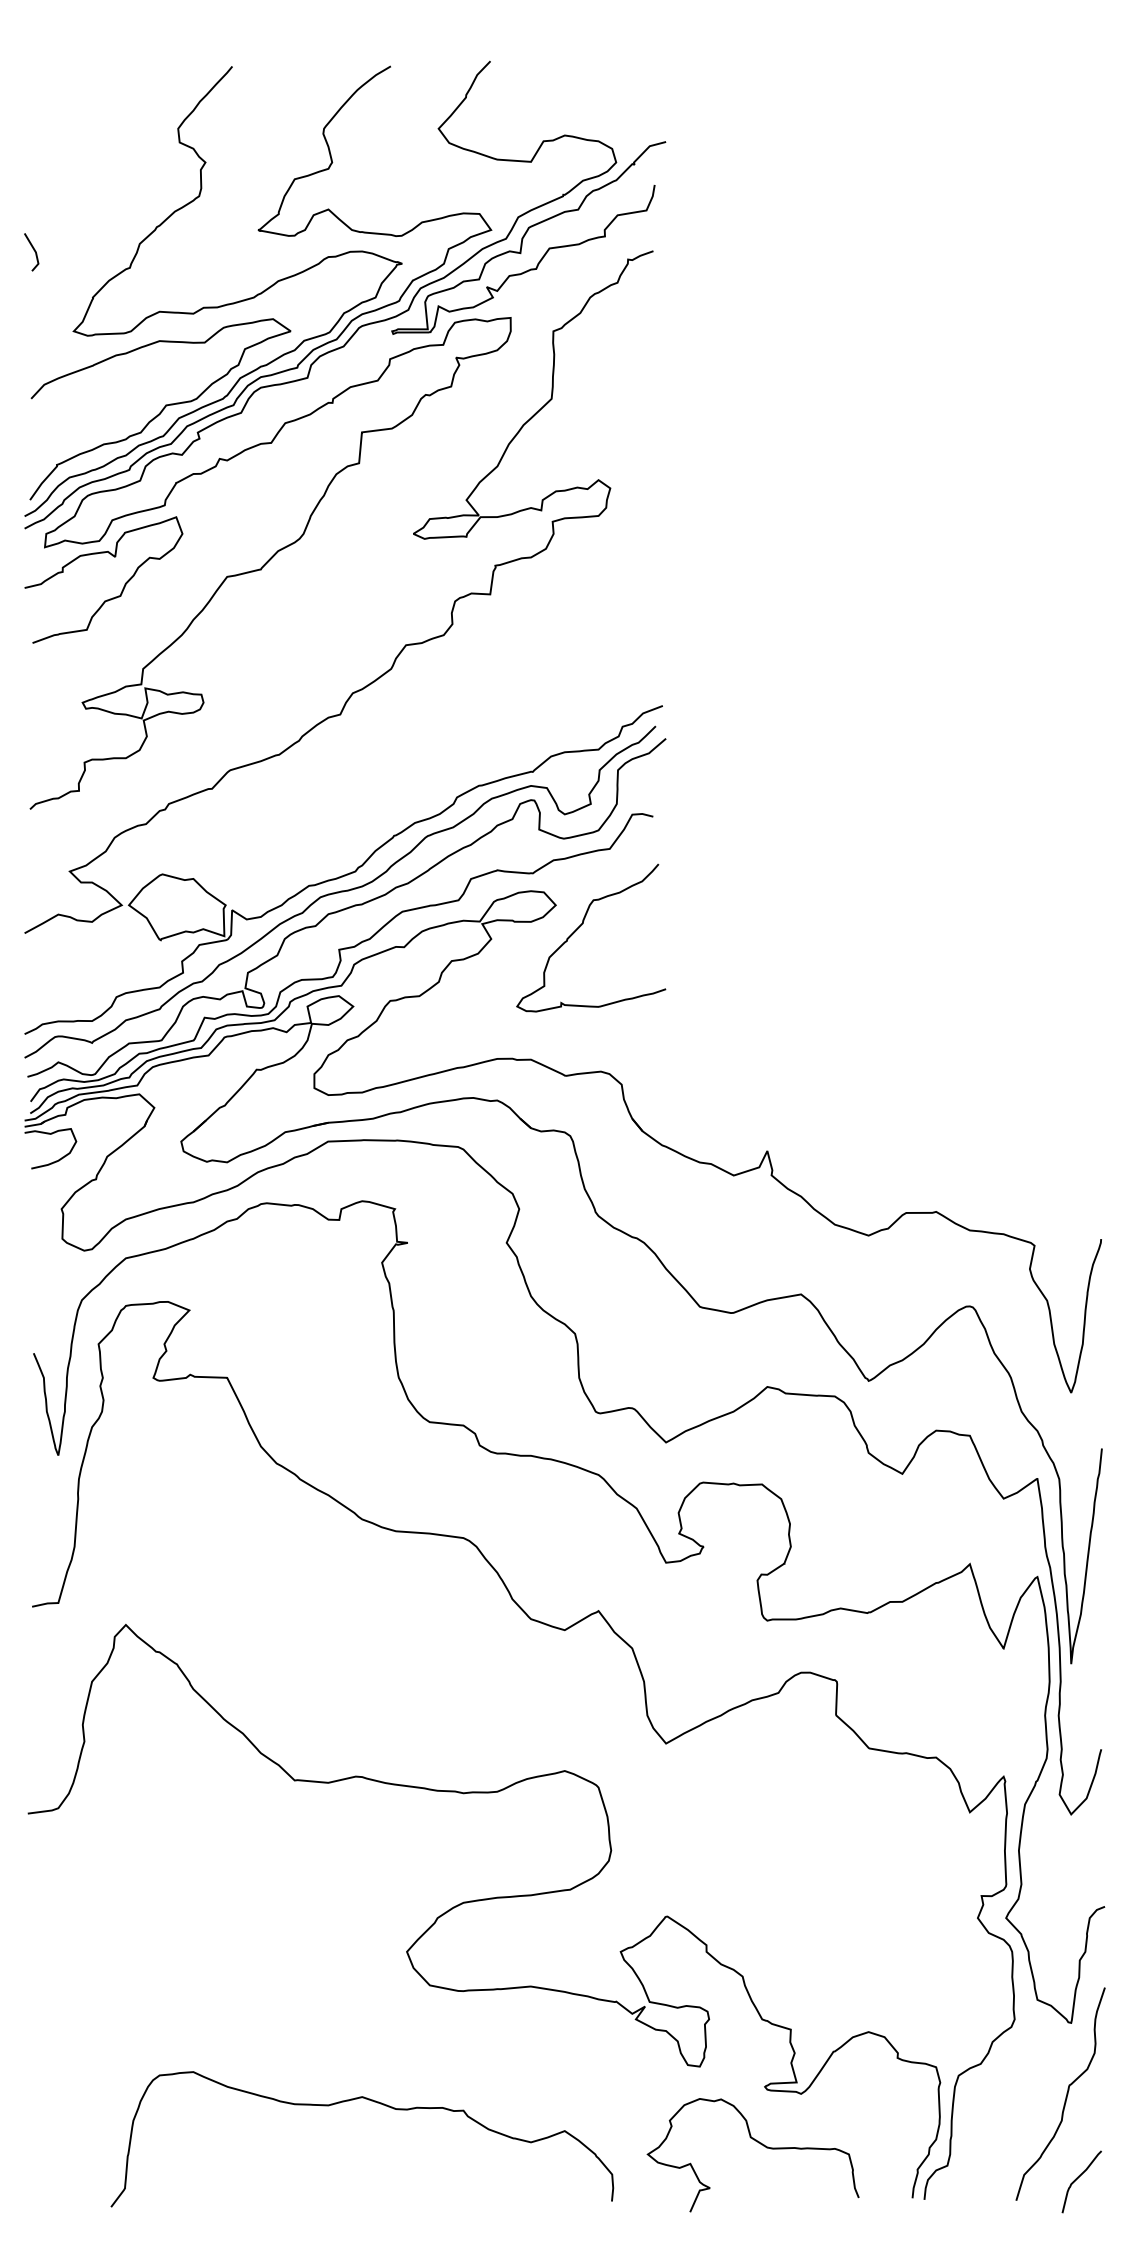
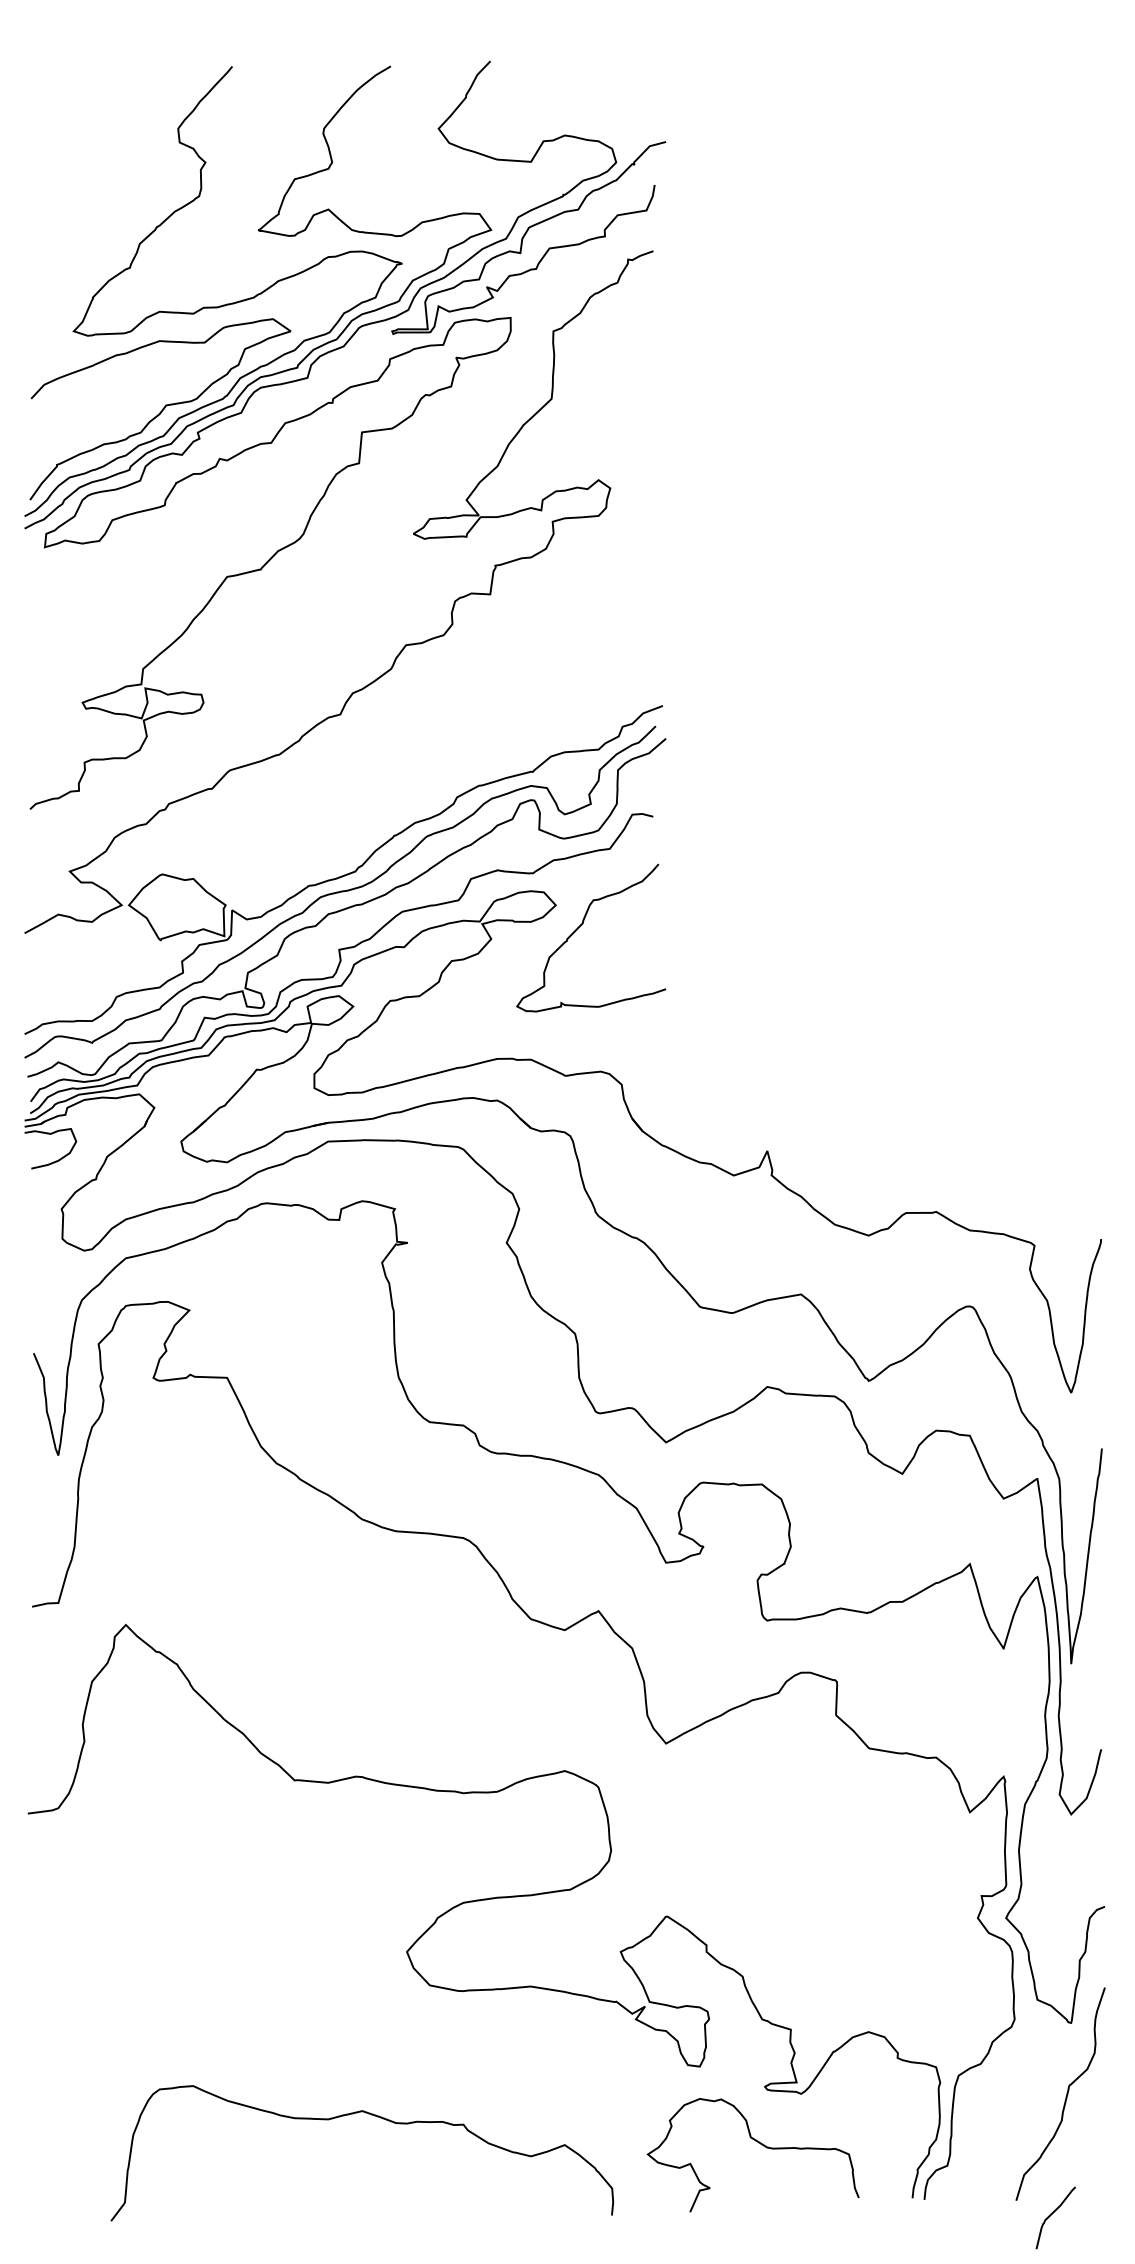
line at (33, 250): present -> none
curve at (109, 598): present -> none
curve at (374, 2102) position: (374, 2102) -> (374, 2116)
curve at (1078, 2178) position: (1078, 2178) -> (1052, 2214)
